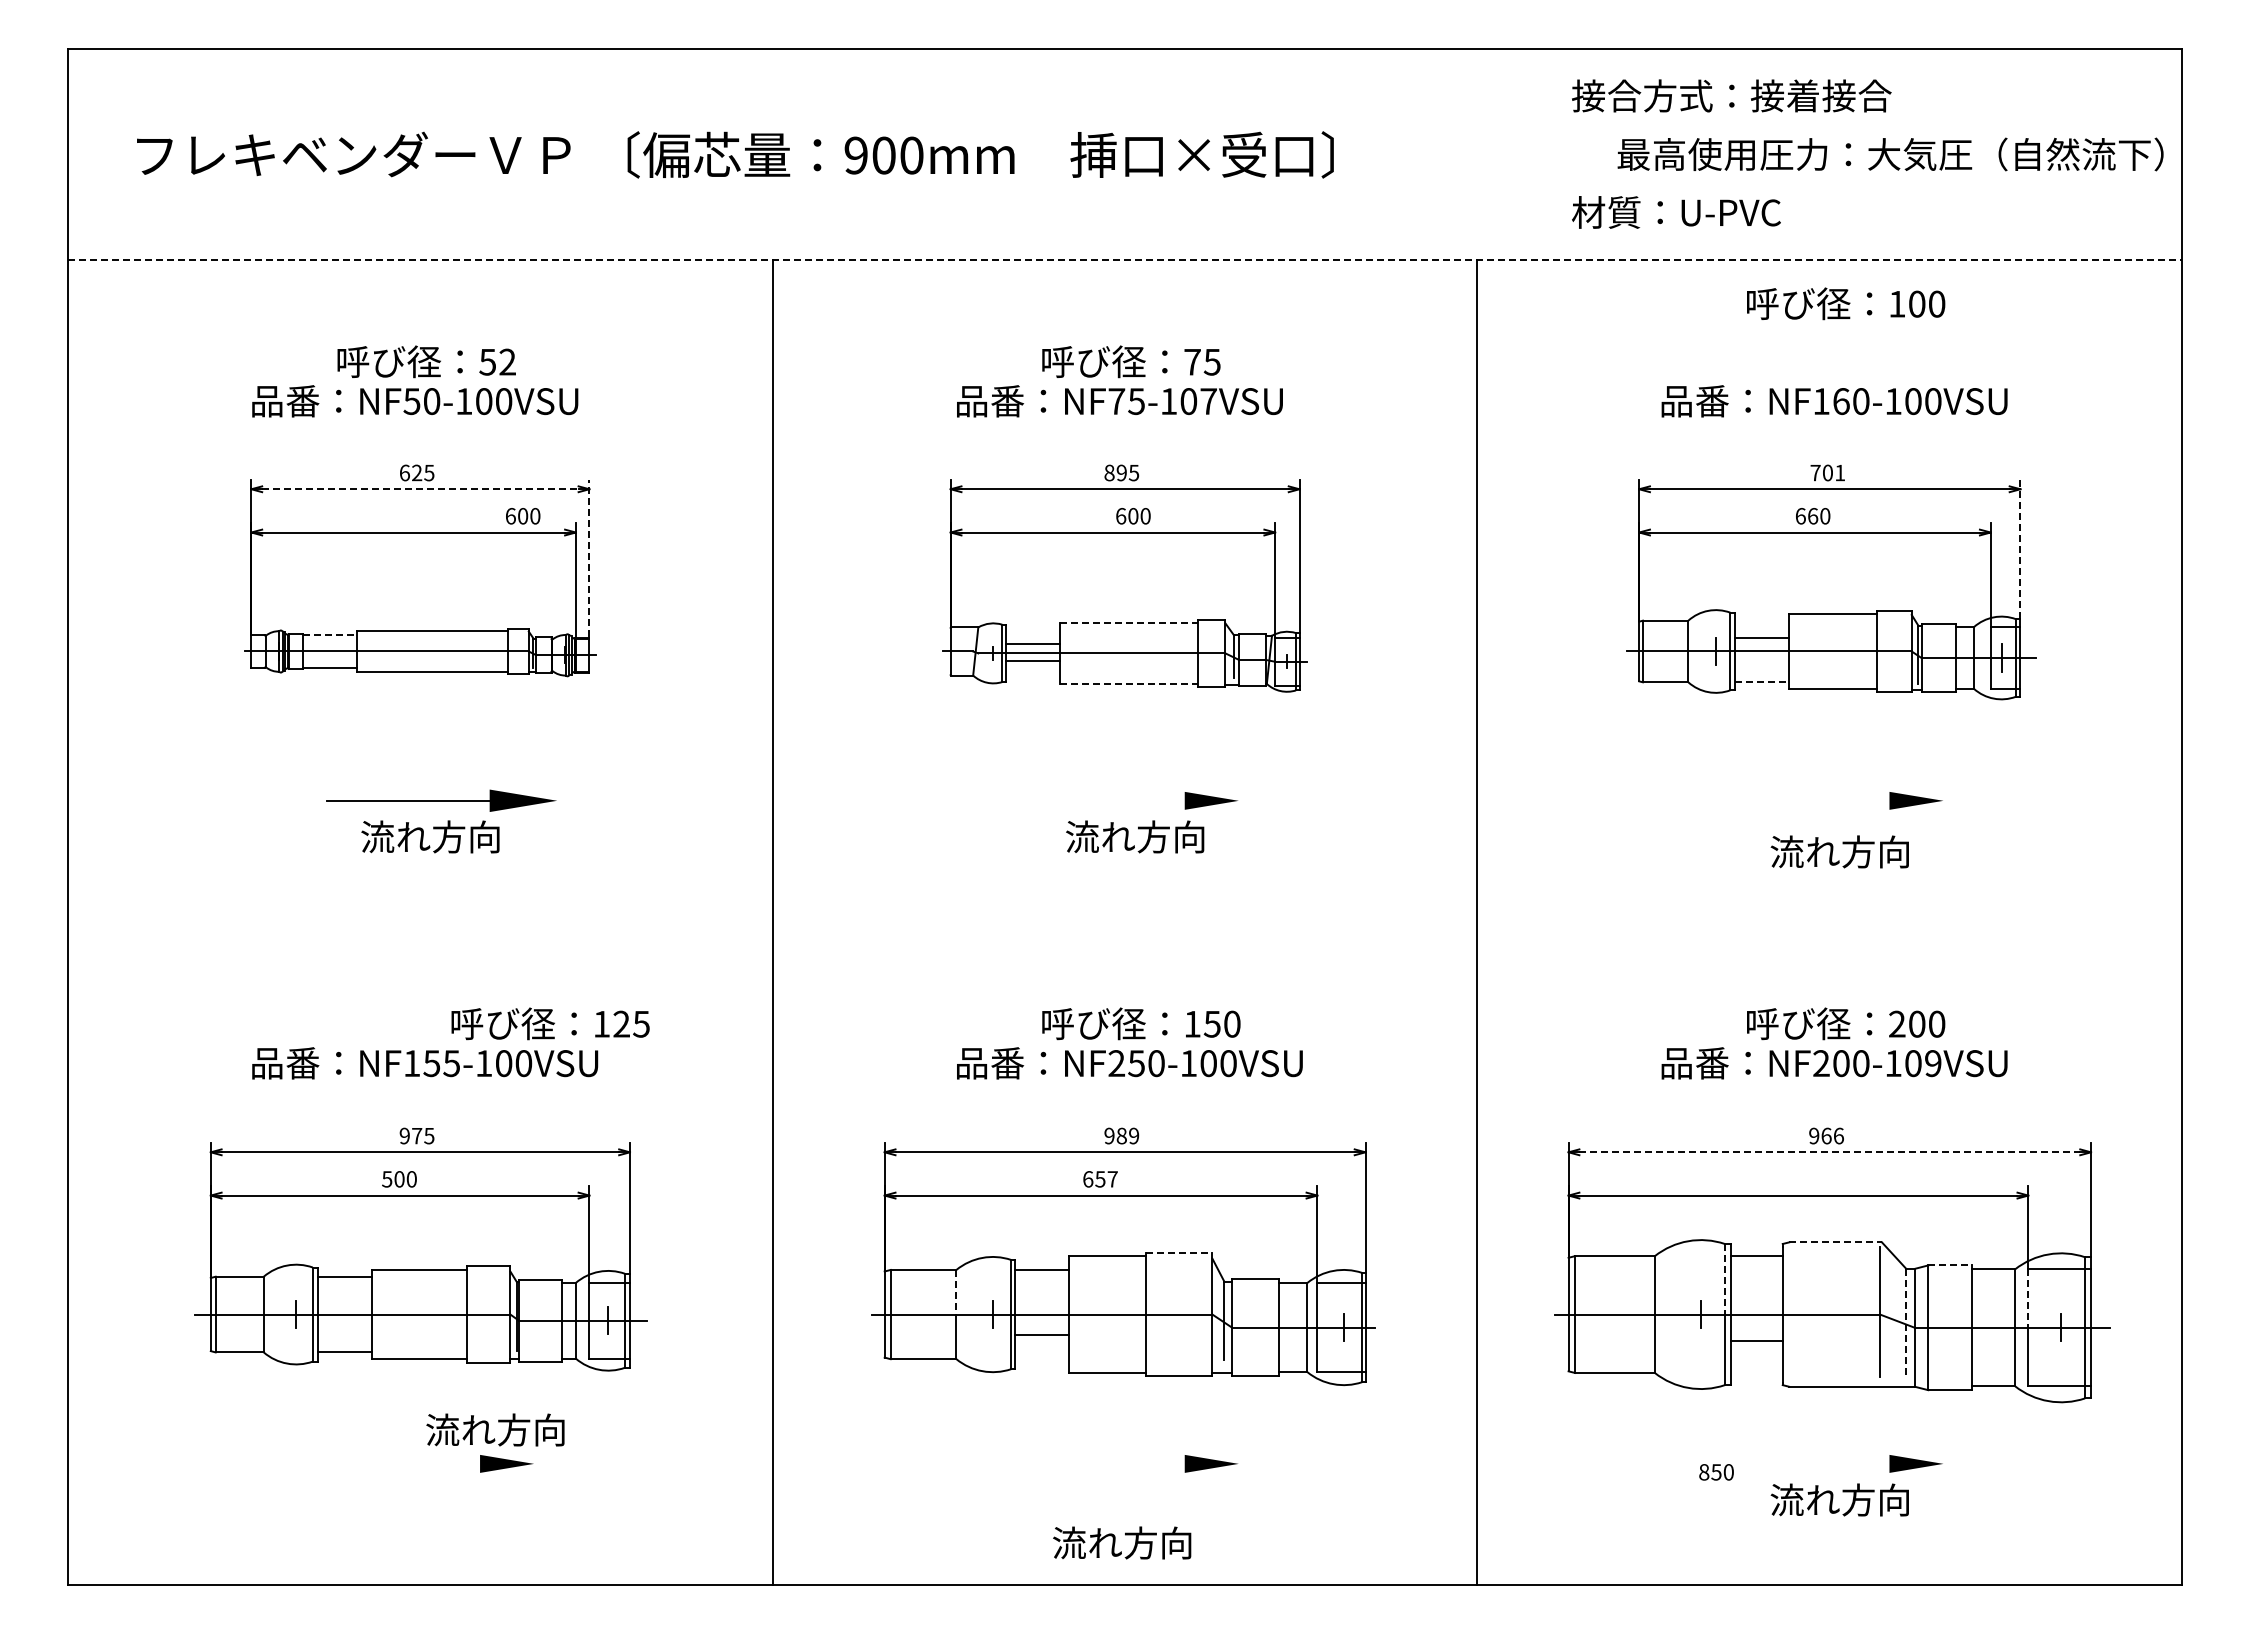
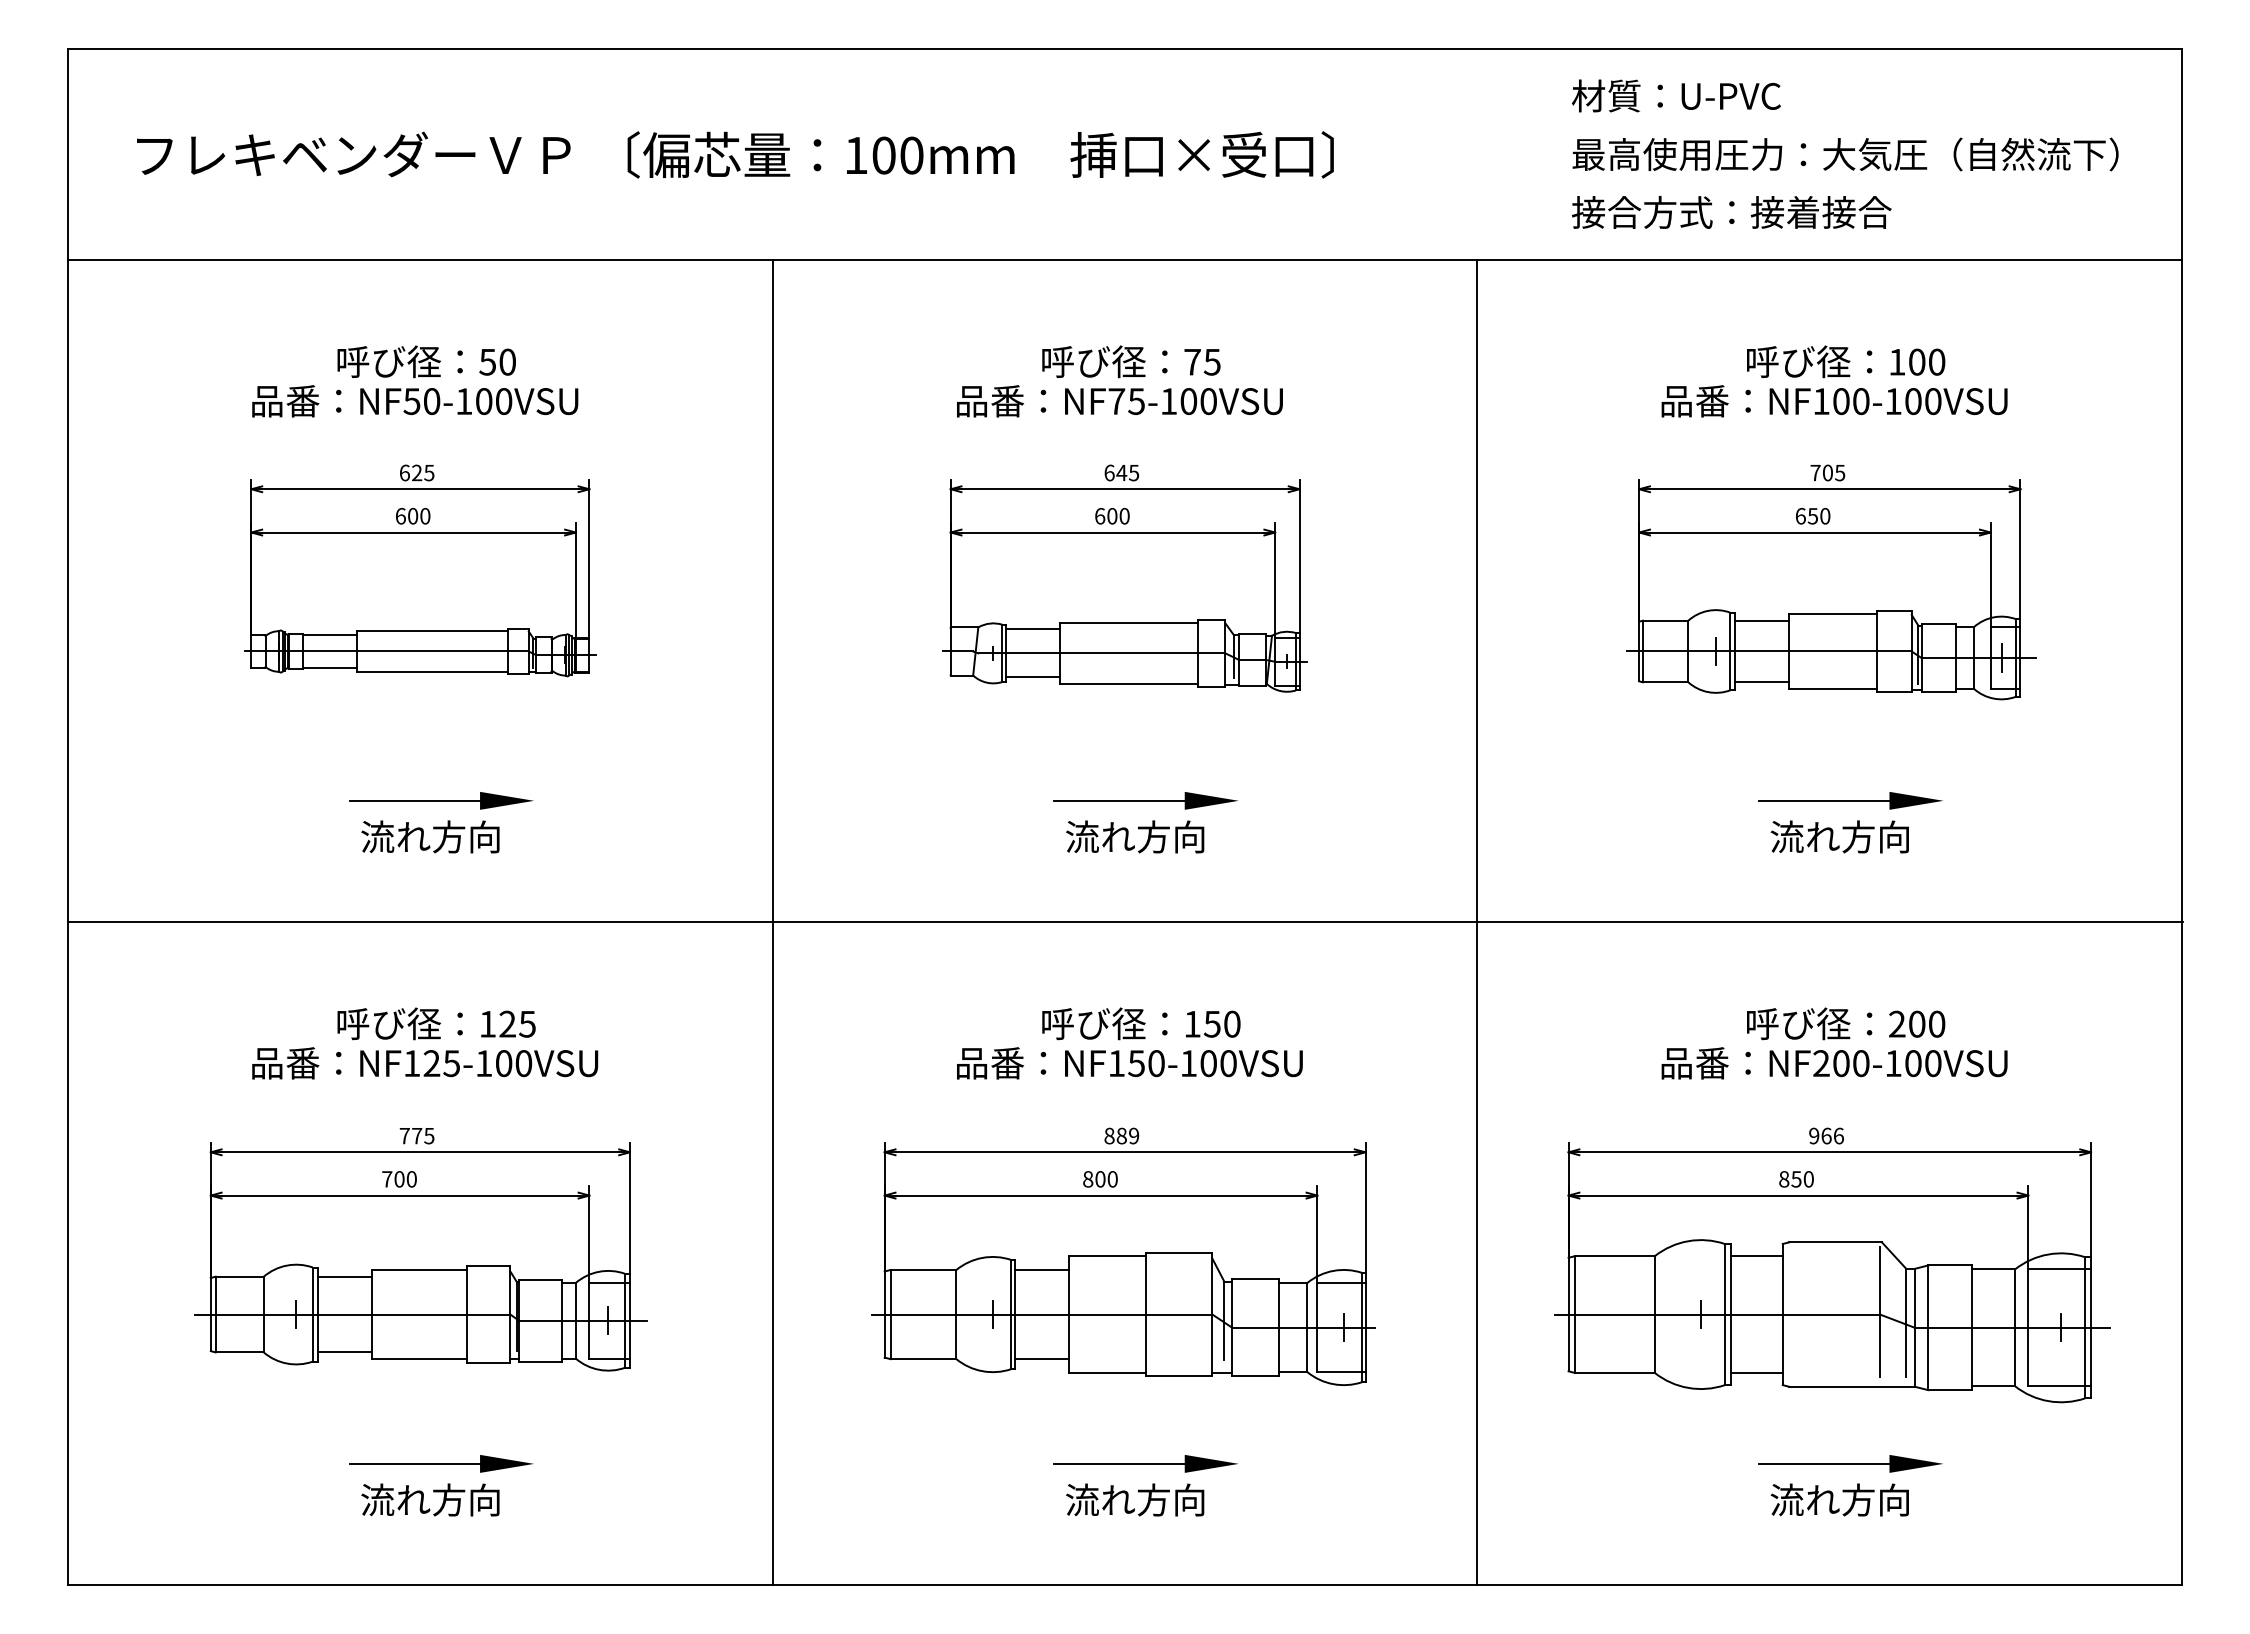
text at (1731, 95): 接合方式：接着接合 -> 材質：U-PVC
text at (1890, 154) position: (1890, 154) -> (1845, 154)
text at (855, 155): 900mm -> 100mm
text at (1731, 211): 材質：U-PVC -> 接合方式：接着接合
line at (1125, 259): dashed -> solid
text at (1846, 303) position: (1846, 303) -> (1846, 361)
text at (507, 361): 52 -> 50
text at (1208, 401): NF75-107VSU -> NF75-100VSU
text at (1841, 401): NF160-100VSU -> NF100-100VSU
text at (1115, 472): 895 -> 645
text at (1840, 473): 701 -> 705
line at (420, 489): dashed -> solid
text at (523, 516) position: (523, 516) -> (413, 516)
text at (1133, 516) position: (1133, 516) -> (1112, 516)
text at (1812, 516): 660 -> 650
line at (2020, 549): dashed -> solid
line at (589, 558): dashed -> solid
line at (1129, 622): dashed -> solid
line at (330, 635): dashed -> solid
line at (1761, 637) position: (1761, 637) -> (1761, 620)
line at (1032, 644) position: (1032, 644) -> (1032, 629)
line at (1032, 661) position: (1032, 661) -> (1032, 677)
line at (1762, 682): dashed -> solid
line at (1129, 684): dashed -> solid
part at (441, 800) size: 231x23 px -> 185x18 px
line at (1119, 800): none -> present
line at (1824, 800): none -> present
text at (1839, 851) position: (1839, 851) -> (1839, 836)
line at (1124, 921): none -> present
text at (550, 1023) position: (550, 1023) -> (436, 1023)
text at (431, 1063): NF155-100VSU -> NF125-100VSU
text at (1116, 1063): NF250-100VSU -> NF150-100VSU
text at (1933, 1063): NF200-109VSU -> NF200-100VSU
text at (404, 1135): 975 -> 775
text at (1109, 1135): 989 -> 889
line at (1830, 1152): dashed -> solid
text at (387, 1179): 500 -> 700
text at (1100, 1179): 657 -> 800
line at (1836, 1242): dashed -> solid
line at (1179, 1252): dashed -> solid
line at (1950, 1265): dashed -> solid
line at (1724, 1279): dashed -> solid
line at (956, 1292): dashed -> solid
line at (2028, 1299): dashed -> solid
line at (1906, 1323): dashed -> solid
line at (1041, 1335) position: (1041, 1335) -> (1041, 1359)
line at (1756, 1340) position: (1756, 1340) -> (1756, 1372)
text at (495, 1429) position: (495, 1429) -> (430, 1499)
line at (414, 1463): none -> present
line at (1119, 1463): none -> present
line at (1824, 1463): none -> present
text at (1716, 1472) position: (1716, 1472) -> (1796, 1179)
text at (1122, 1542) position: (1122, 1542) -> (1135, 1499)
